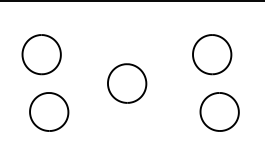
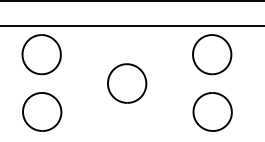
line at (131, 25): none -> present
part at (49, 111) position: (49, 111) -> (42, 111)
part at (219, 111) position: (219, 111) -> (212, 111)
